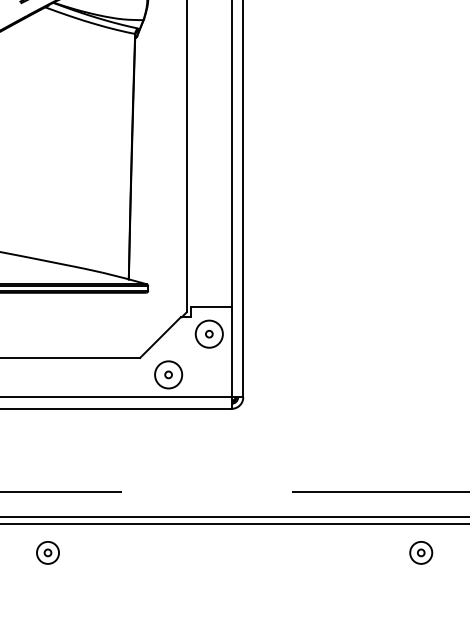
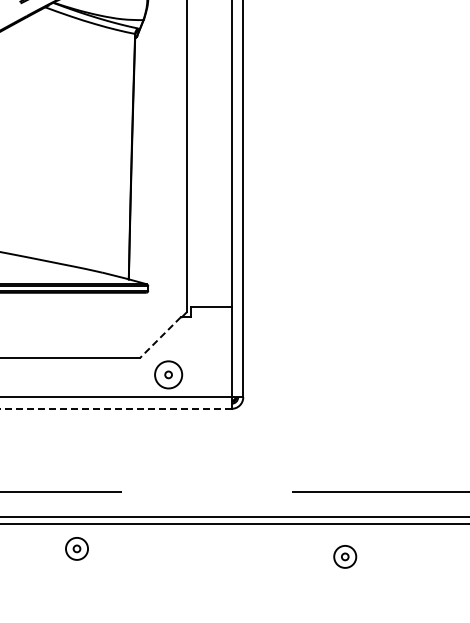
part at (208, 333): present -> none
line at (160, 337): solid -> dashed
line at (115, 408): solid -> dashed
part at (47, 552) position: (47, 552) -> (76, 548)
part at (421, 552) position: (421, 552) -> (345, 556)
